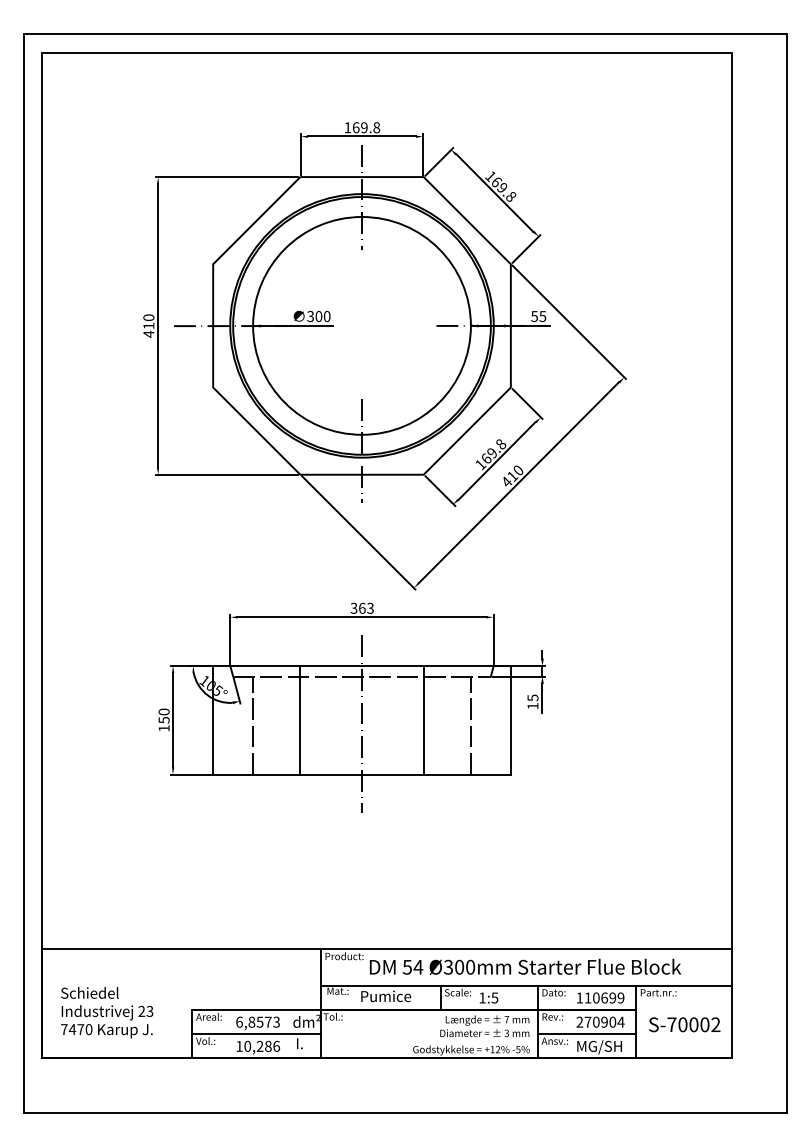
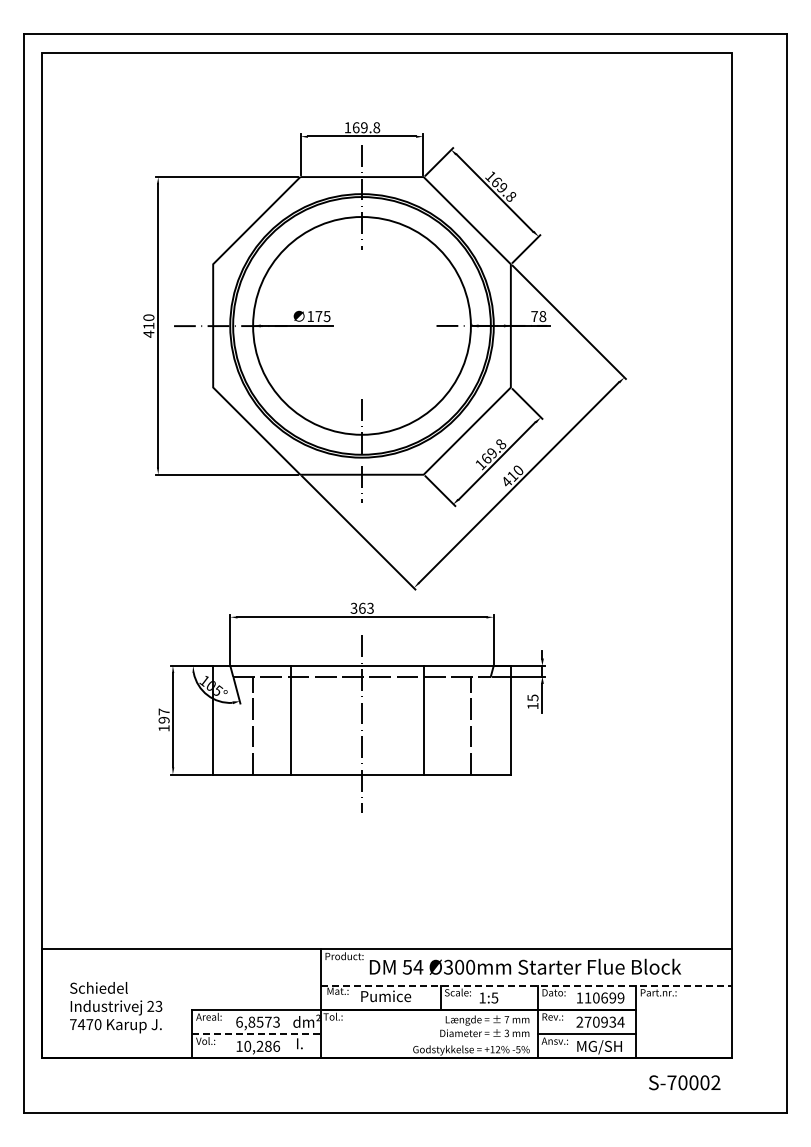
text at (318, 316): 300 -> 175
text at (538, 316): 55 -> 78
text at (163, 715): 150 -> 197
line at (300, 719) position: (300, 719) -> (291, 719)
line at (526, 985): solid -> dashed
text at (107, 1012) position: (107, 1012) -> (116, 1007)
text at (612, 1021): 270904 -> 270934
text at (684, 1024) position: (684, 1024) -> (684, 1082)
line at (257, 1033): solid -> dashed
